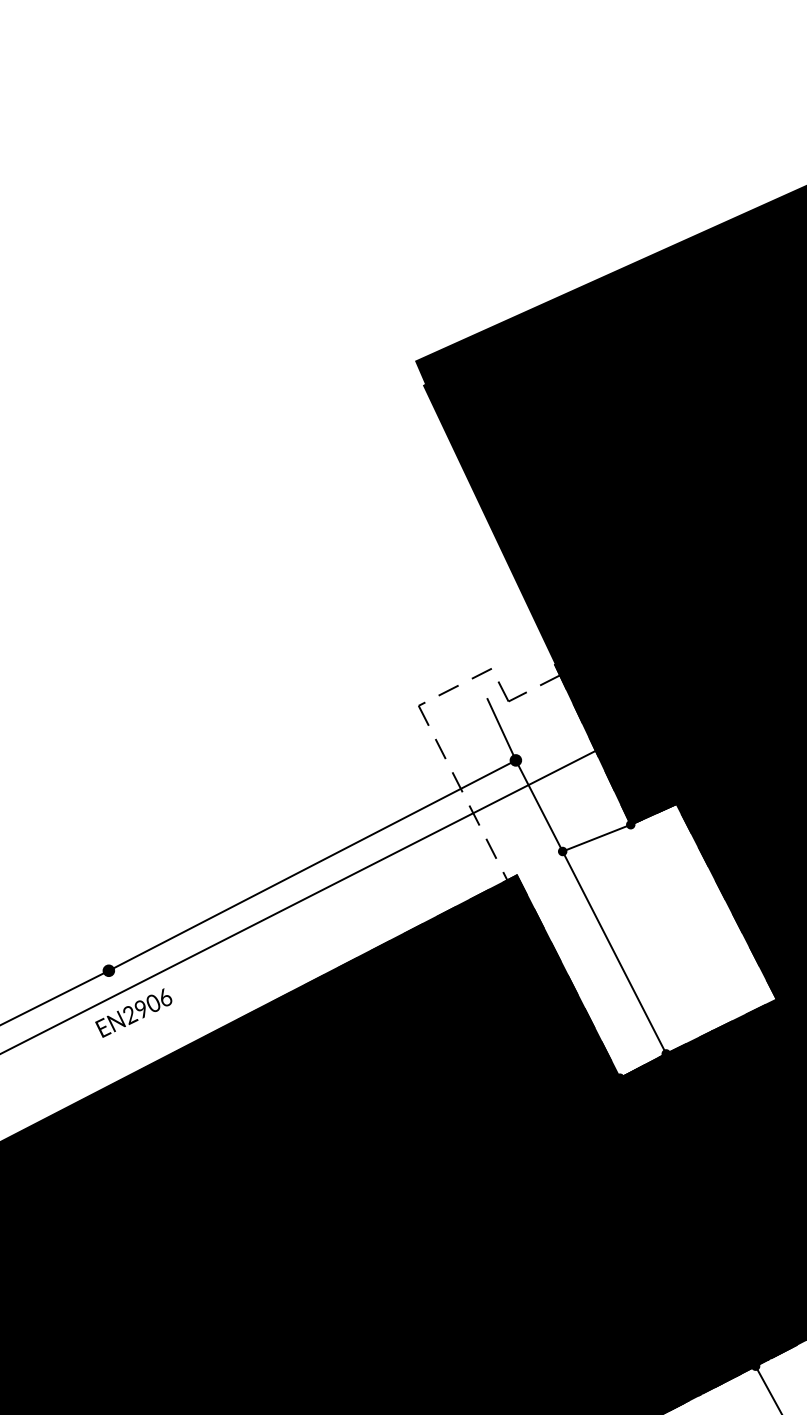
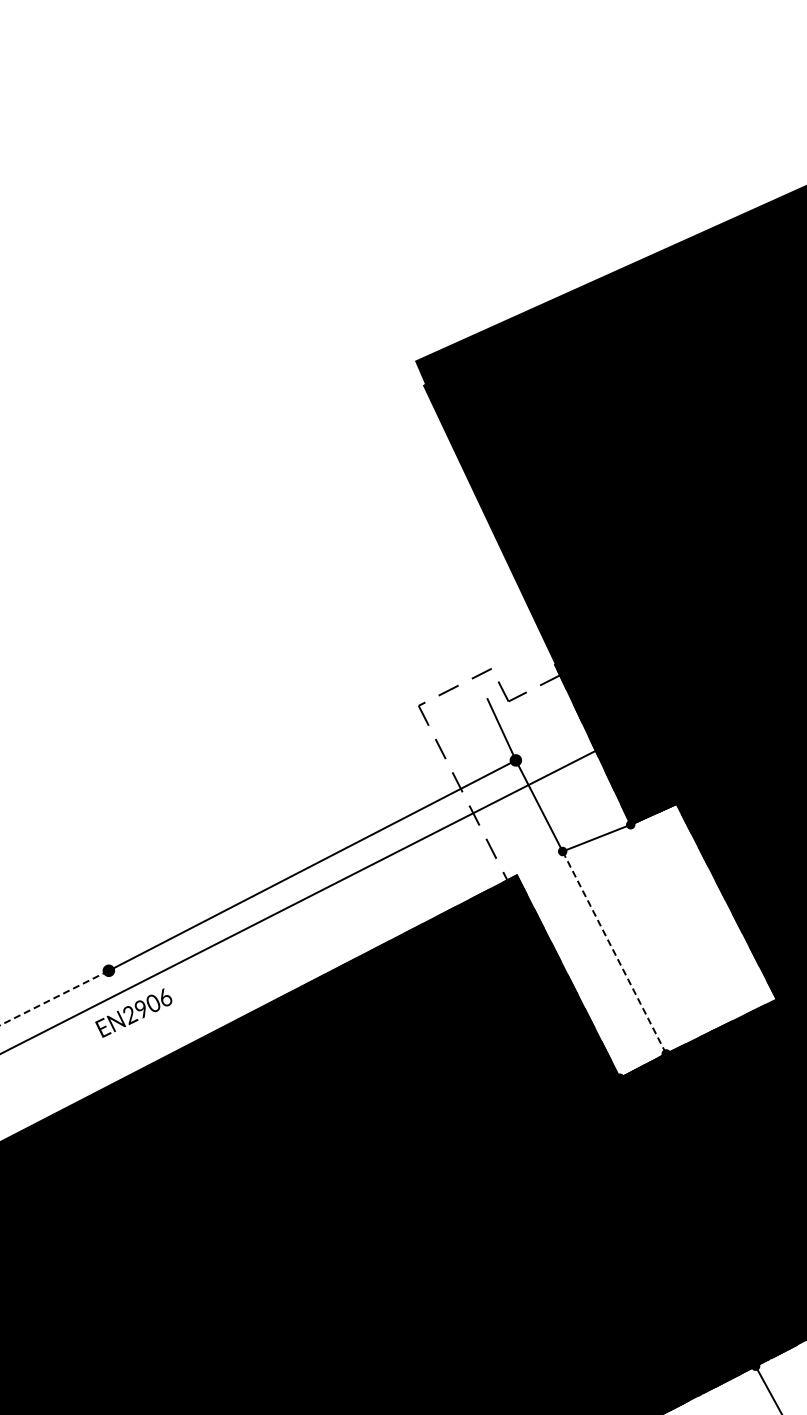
line at (614, 952): solid -> dashed
line at (54, 998): solid -> dashed
